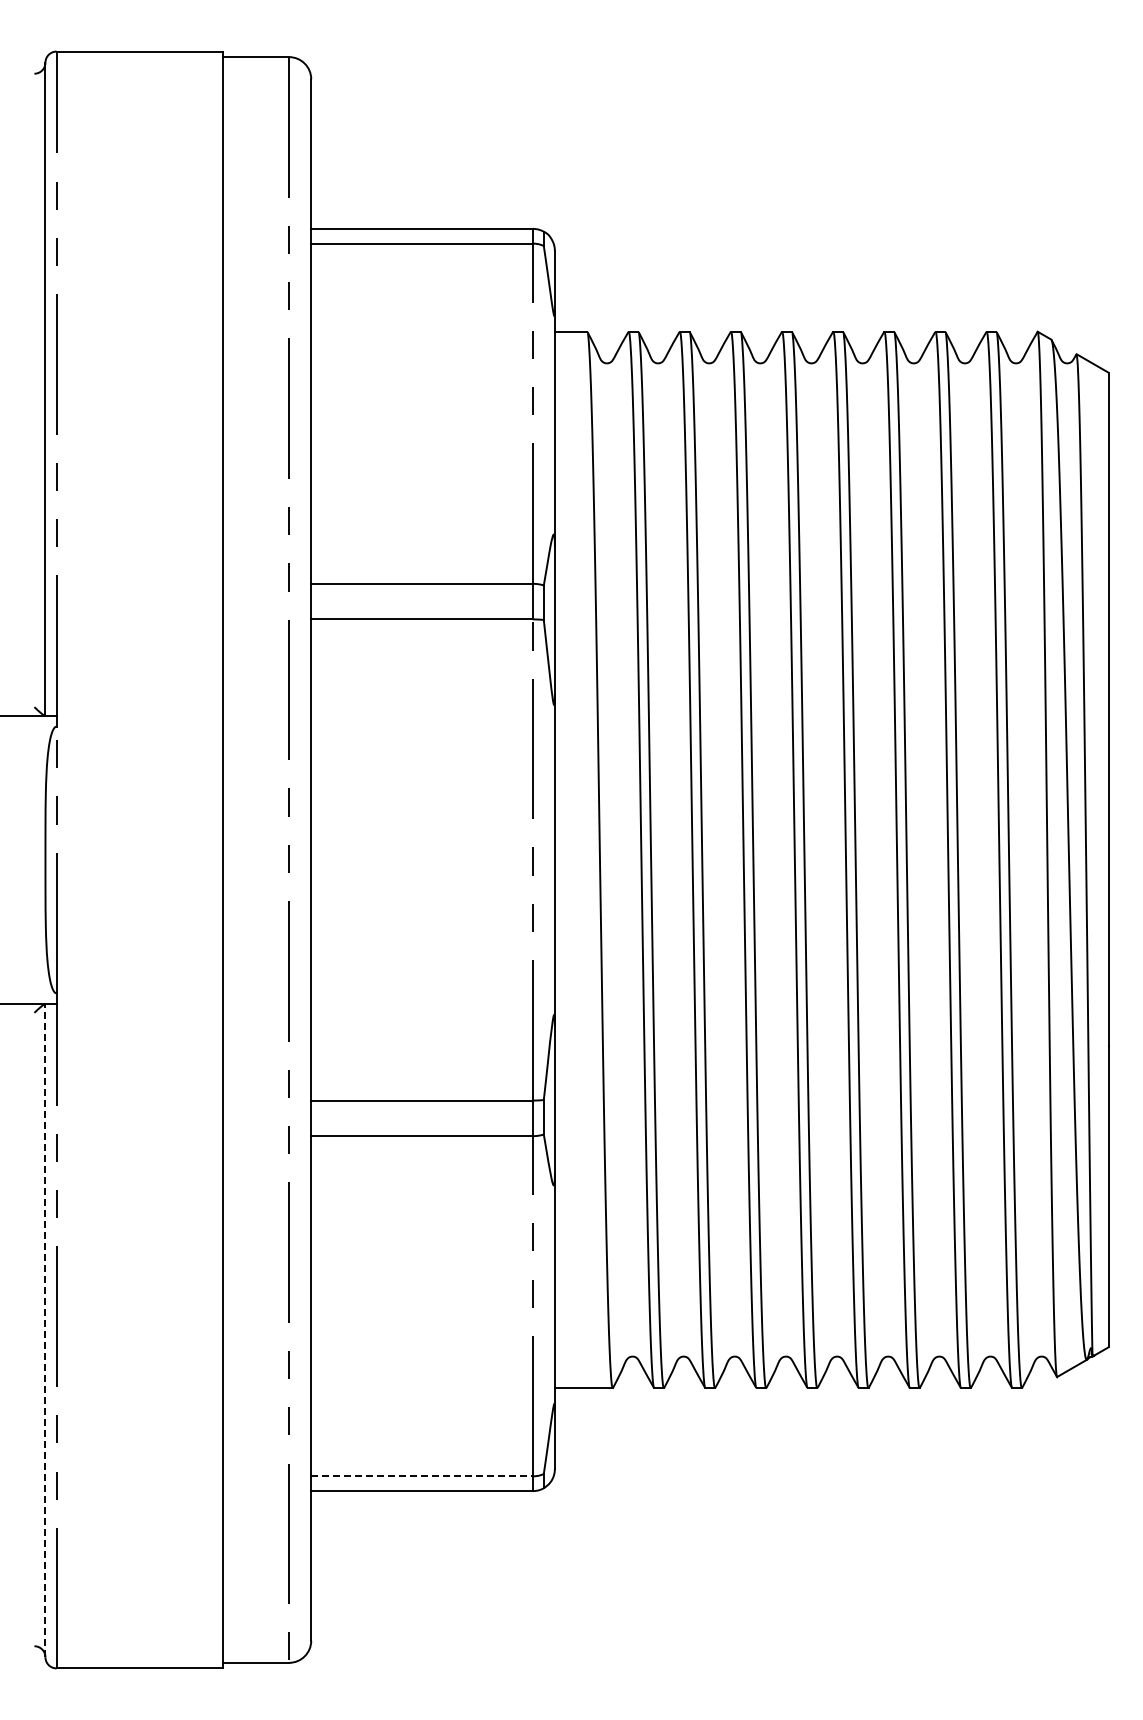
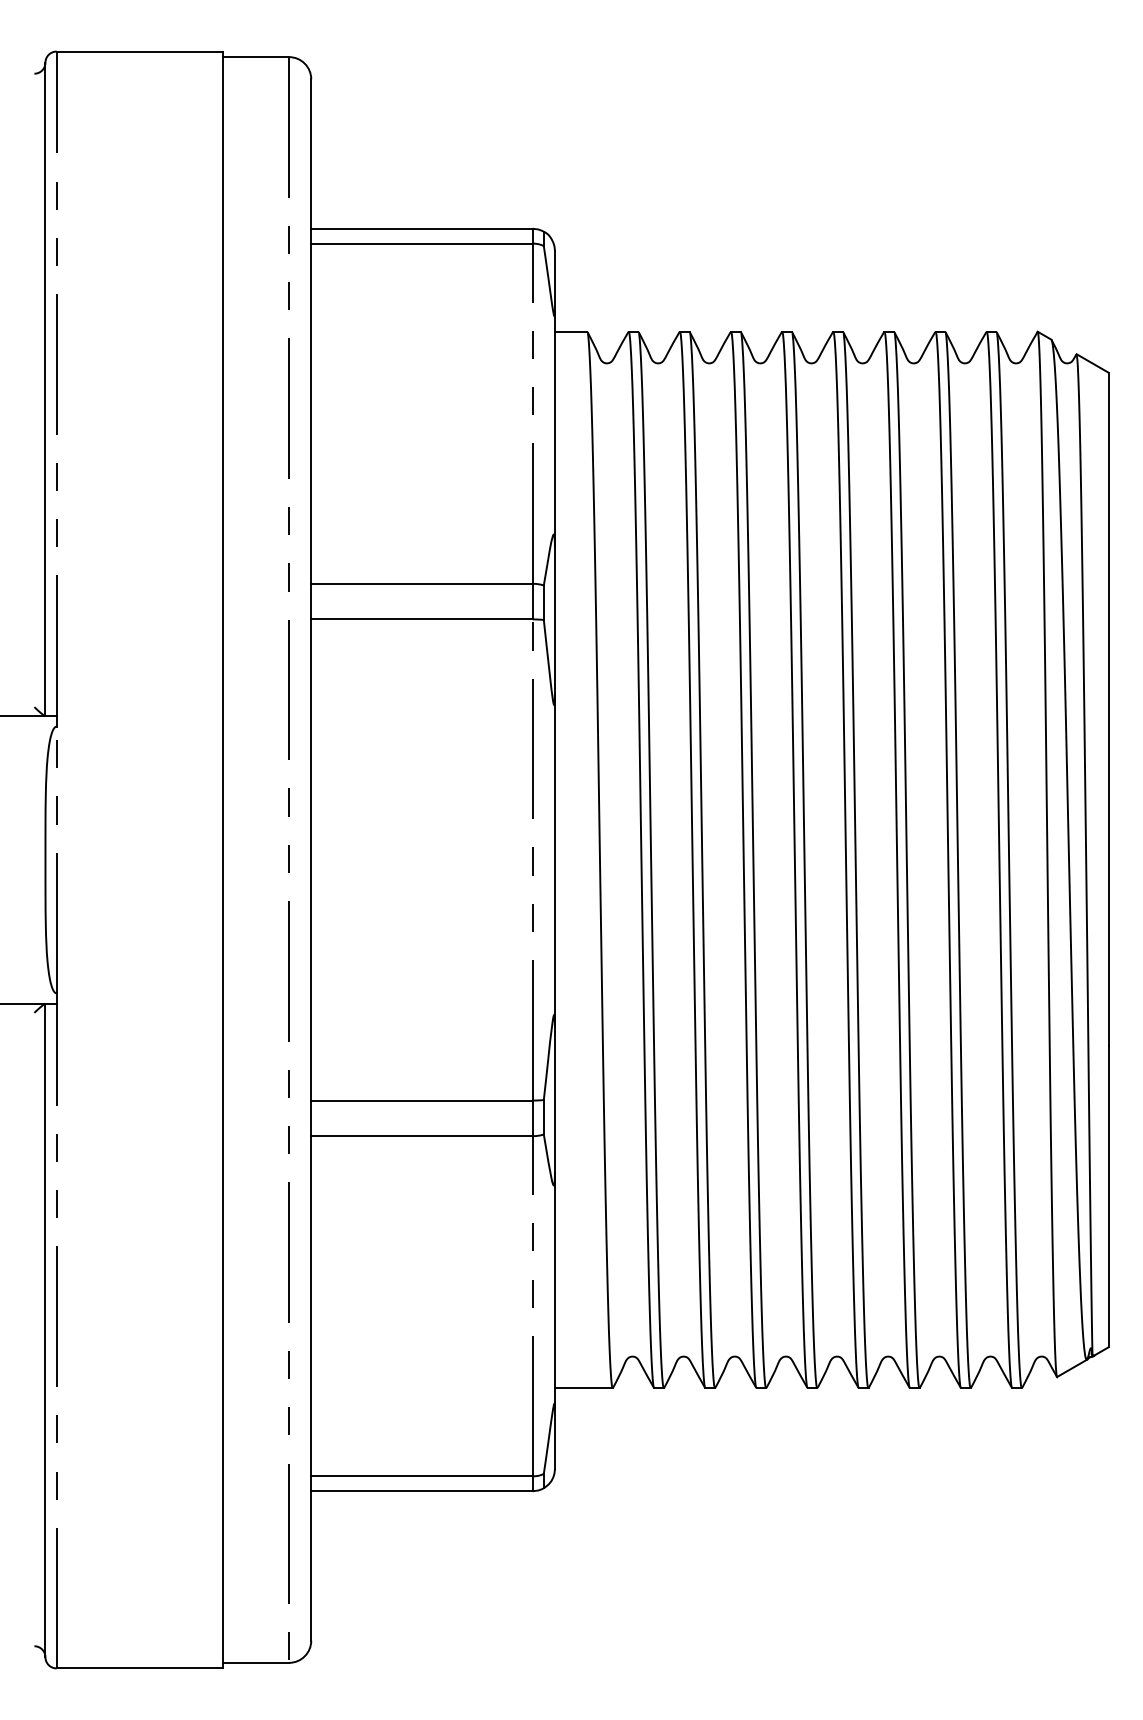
line at (45, 1330): dashed -> solid
line at (421, 1476): dashed -> solid
